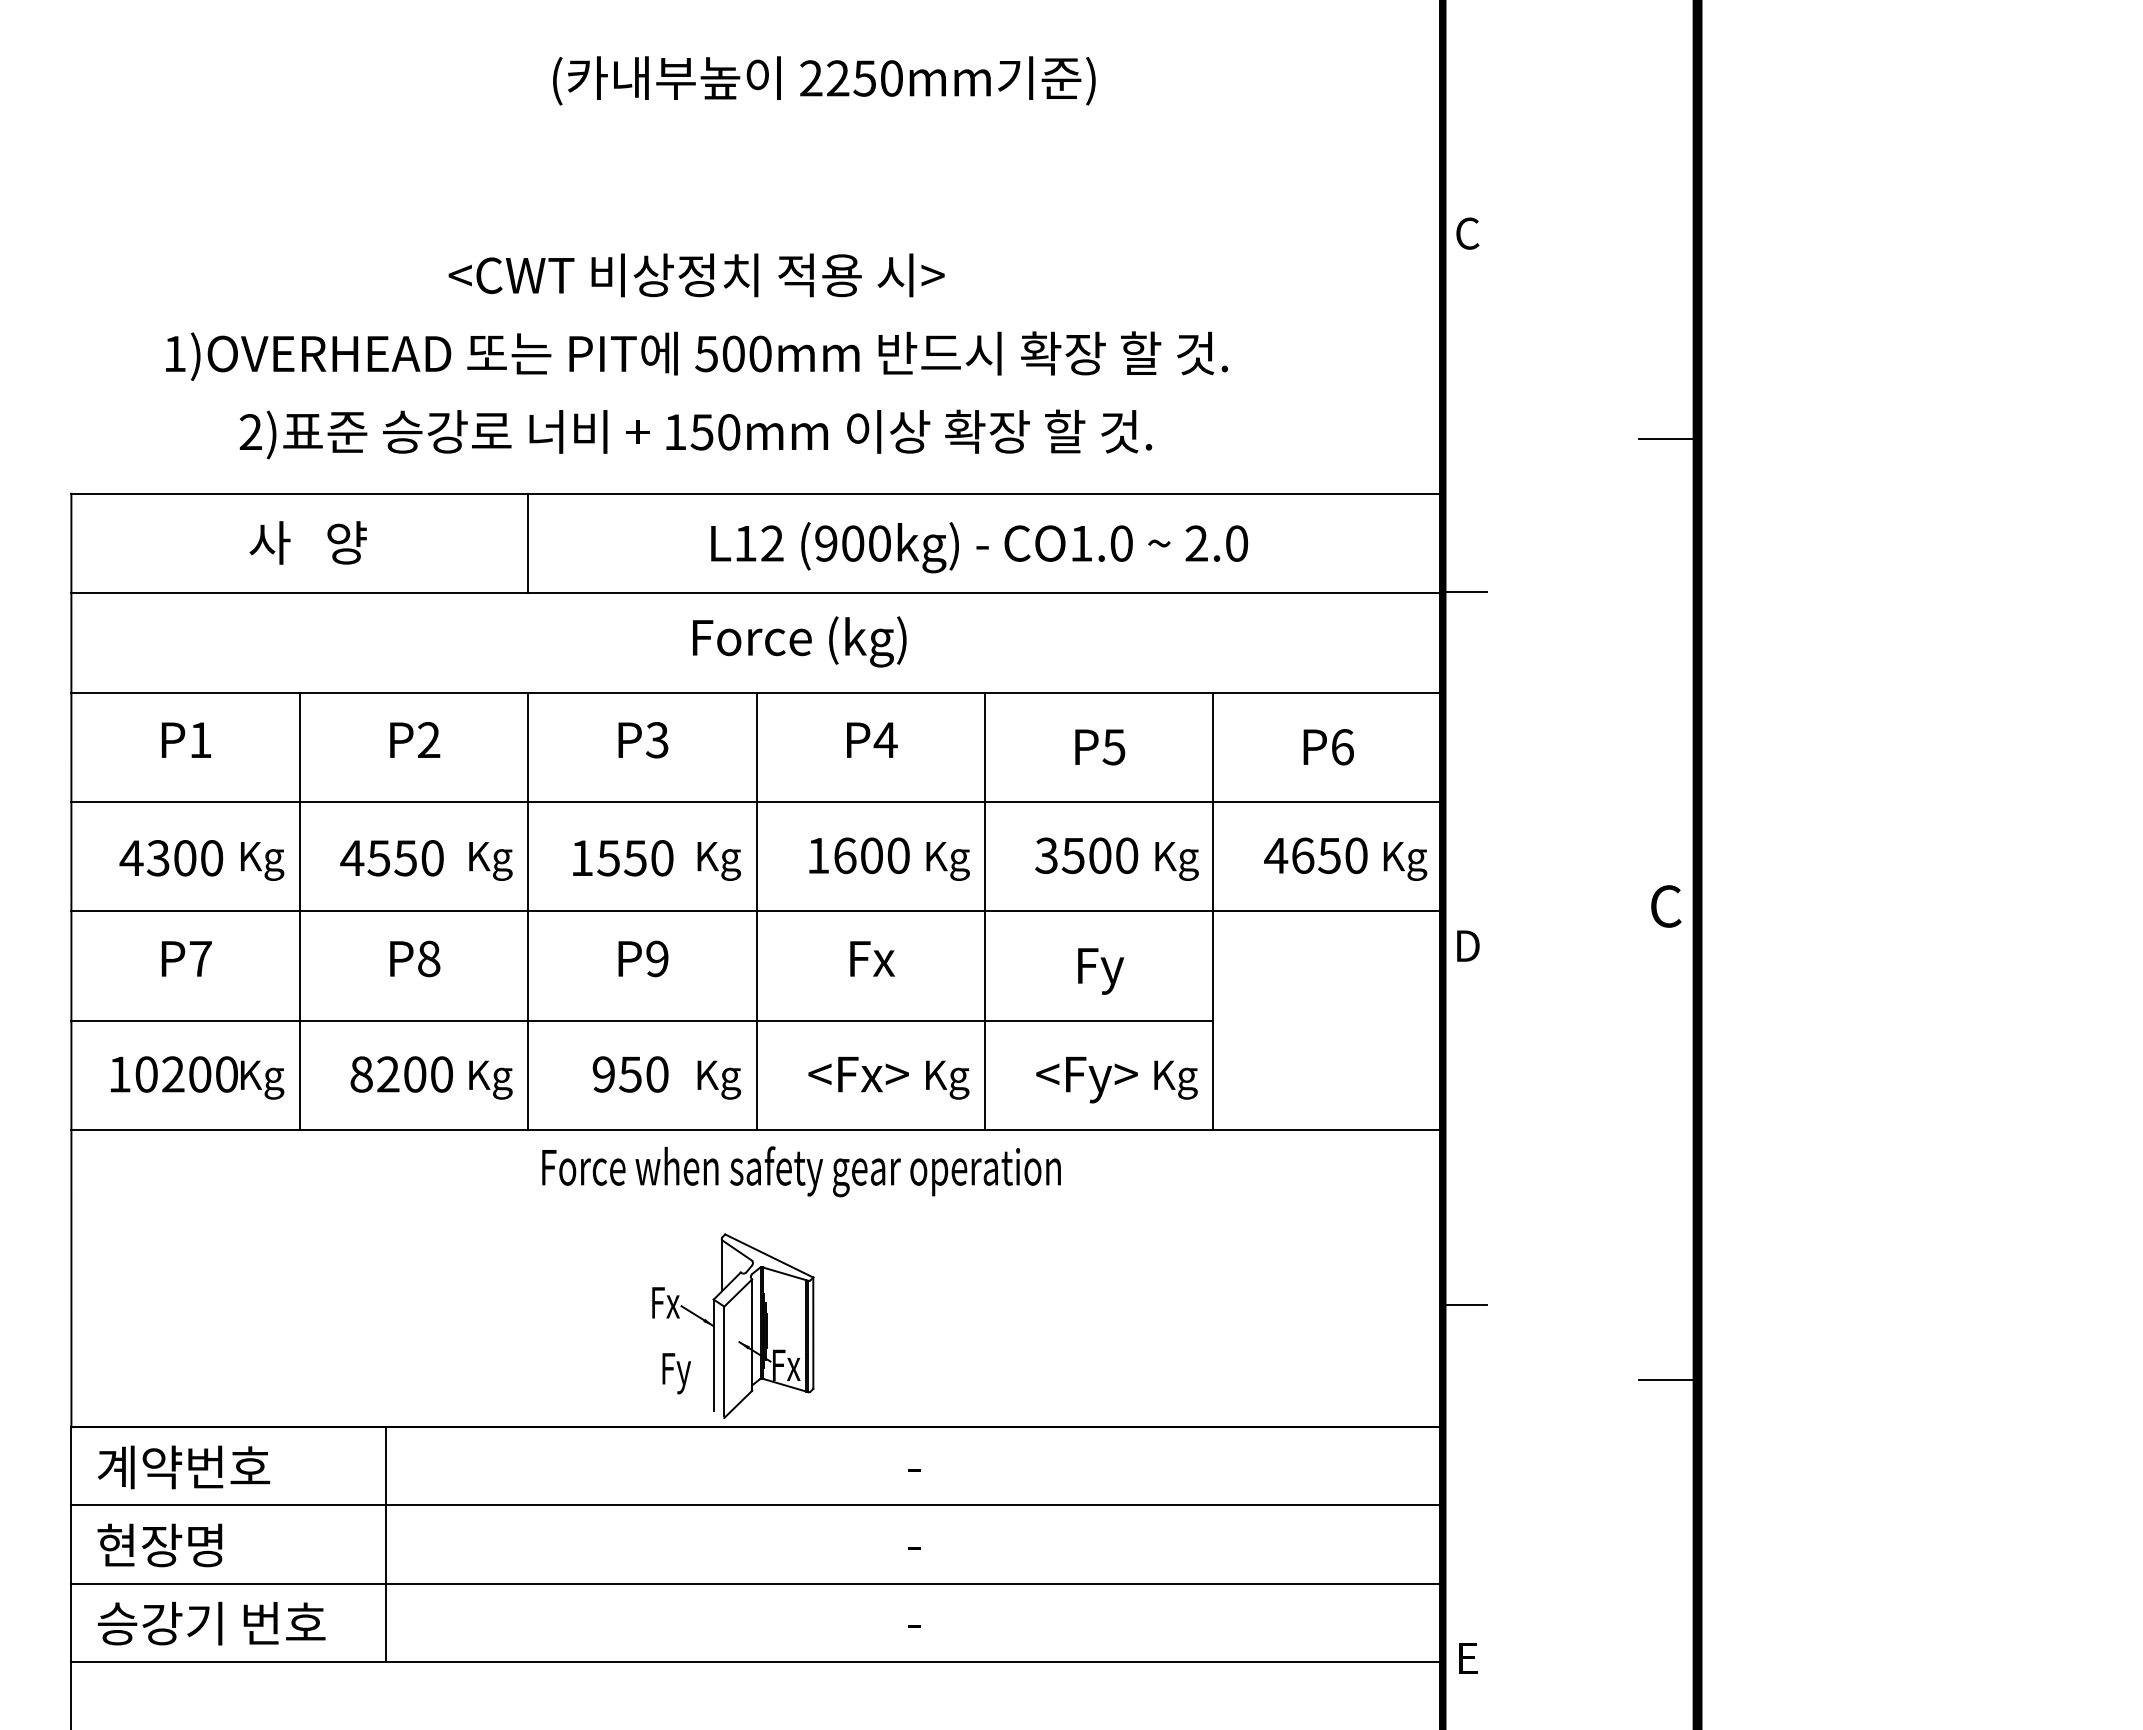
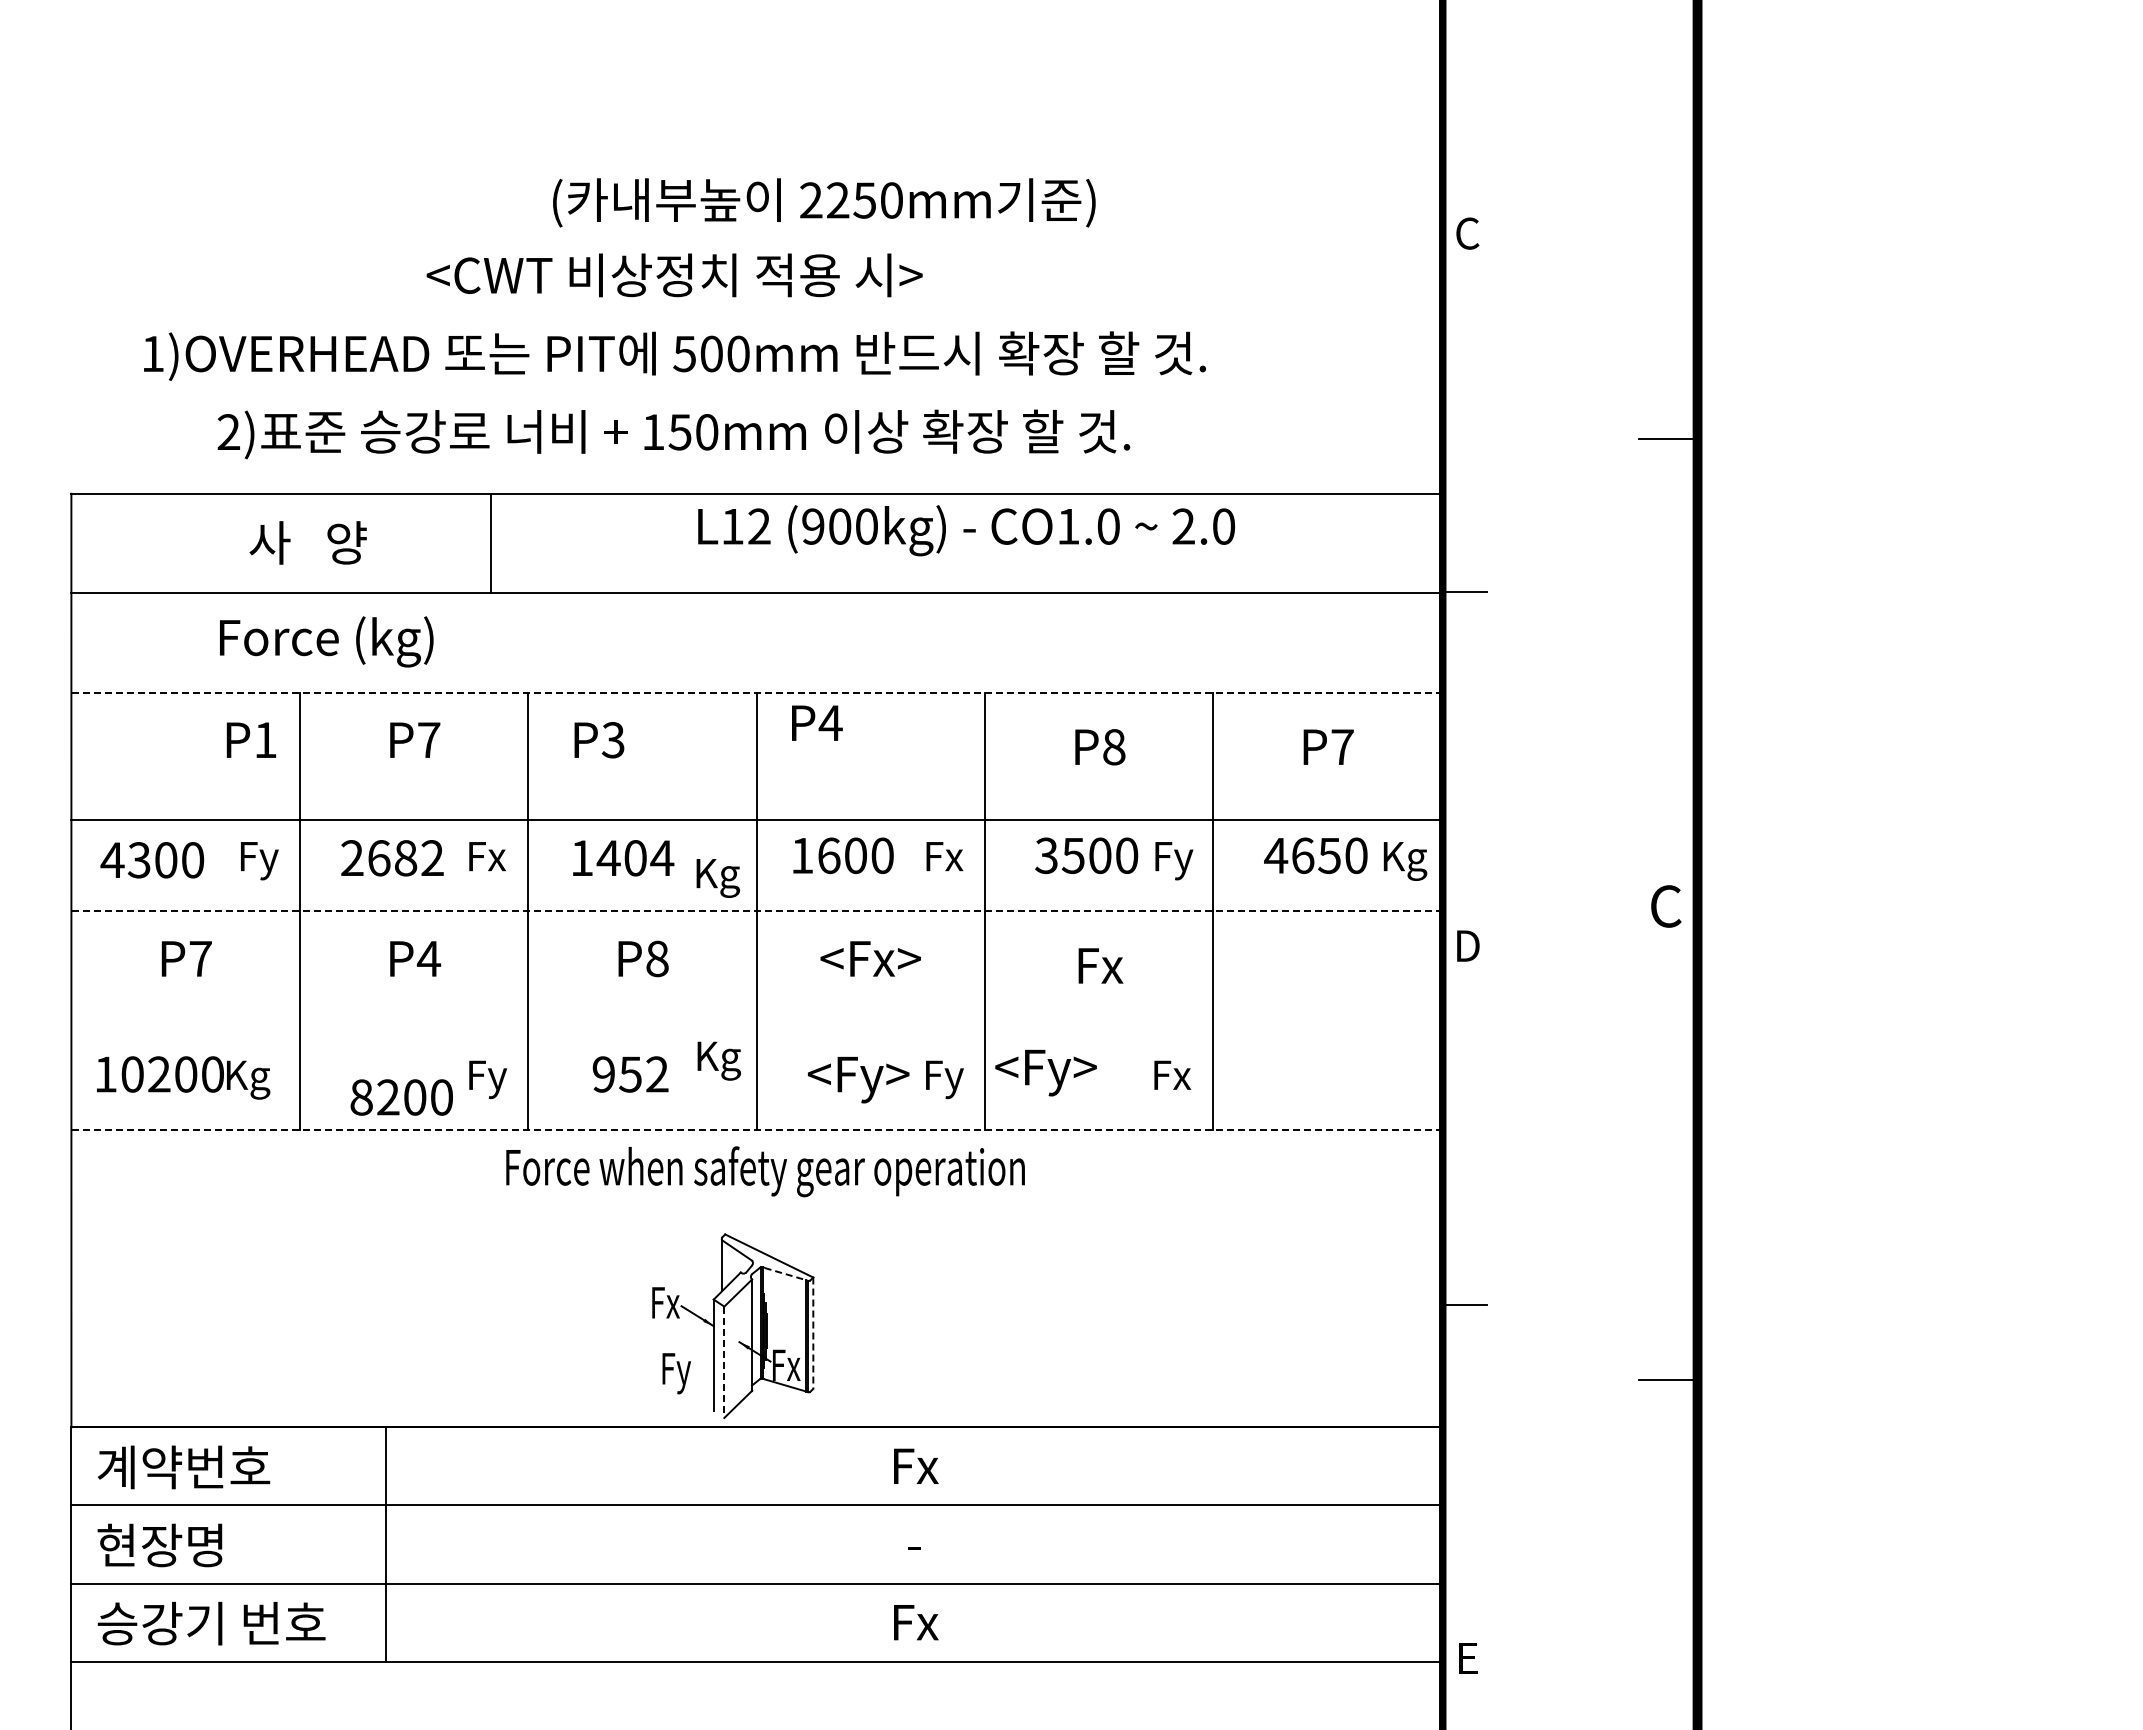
text at (824, 80) position: (824, 80) -> (824, 202)
text at (696, 356) position: (696, 356) -> (674, 356)
line at (528, 543) position: (528, 543) -> (491, 543)
text at (979, 547) position: (979, 547) -> (966, 530)
text at (799, 641) position: (799, 641) -> (326, 641)
line at (757, 692): solid -> dashed
text at (186, 739) position: (186, 739) -> (251, 739)
text at (429, 739): P2 -> P7
text at (872, 739) position: (872, 739) -> (817, 722)
text at (643, 740) position: (643, 740) -> (599, 740)
text at (1113, 747): P5 -> P8
text at (1342, 747): P6 -> P7
line at (756, 801) position: (756, 801) -> (756, 819)
text at (859, 855) position: (859, 855) -> (843, 855)
text at (171, 858) position: (171, 858) -> (152, 860)
text at (391, 858): 4550 -> 2682
text at (635, 858): 1550 -> 1404
text at (264, 861): Kg -> Fy
text at (492, 861): Kg -> Fx
text at (718, 861) position: (718, 861) -> (717, 878)
text at (949, 861): Kg -> Fx
text at (1178, 861): Kg -> Fy
line at (757, 911): solid -> dashed
text at (428, 958): P8 -> P4
text at (657, 958): P9 -> P8
text at (870, 958): Fx -> <Fx>
text at (1101, 971): Fy -> Fx
line at (642, 1020): present -> none
text at (401, 1074) position: (401, 1074) -> (401, 1097)
text at (657, 1074): 950 -> 952
text at (197, 1077) position: (197, 1077) -> (183, 1077)
text at (492, 1079): Kg -> Fy
text at (718, 1079) position: (718, 1079) -> (718, 1060)
text at (949, 1079): Kg -> Fy
text at (1086, 1079) position: (1086, 1079) -> (1045, 1072)
text at (1177, 1079): Kg -> Fx
text at (858, 1080): <Fx> -> <Fy>
line at (757, 1130): solid -> dashed
text at (801, 1171) position: (801, 1171) -> (765, 1171)
line at (786, 1274): solid -> dashed
line at (813, 1333): solid -> dashed
line at (724, 1361): solid -> dashed
text at (916, 1465): - -> Fx
text at (916, 1622): - -> Fx
